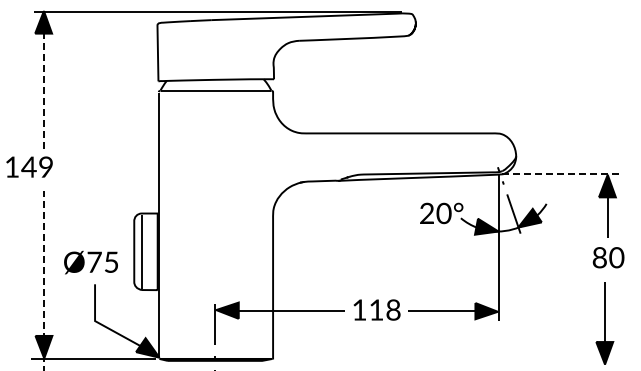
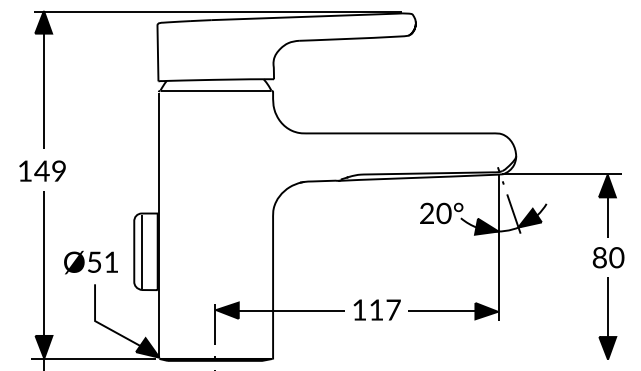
line at (43, 83): dashed -> solid
text at (29, 166) position: (29, 166) -> (42, 170)
line at (561, 174): dashed -> solid
text at (102, 261): Ø75 -> Ø51
line at (43, 280): dashed -> solid
text at (393, 309): 118 -> 117
part at (604, 323) position: (604, 323) -> (607, 318)
